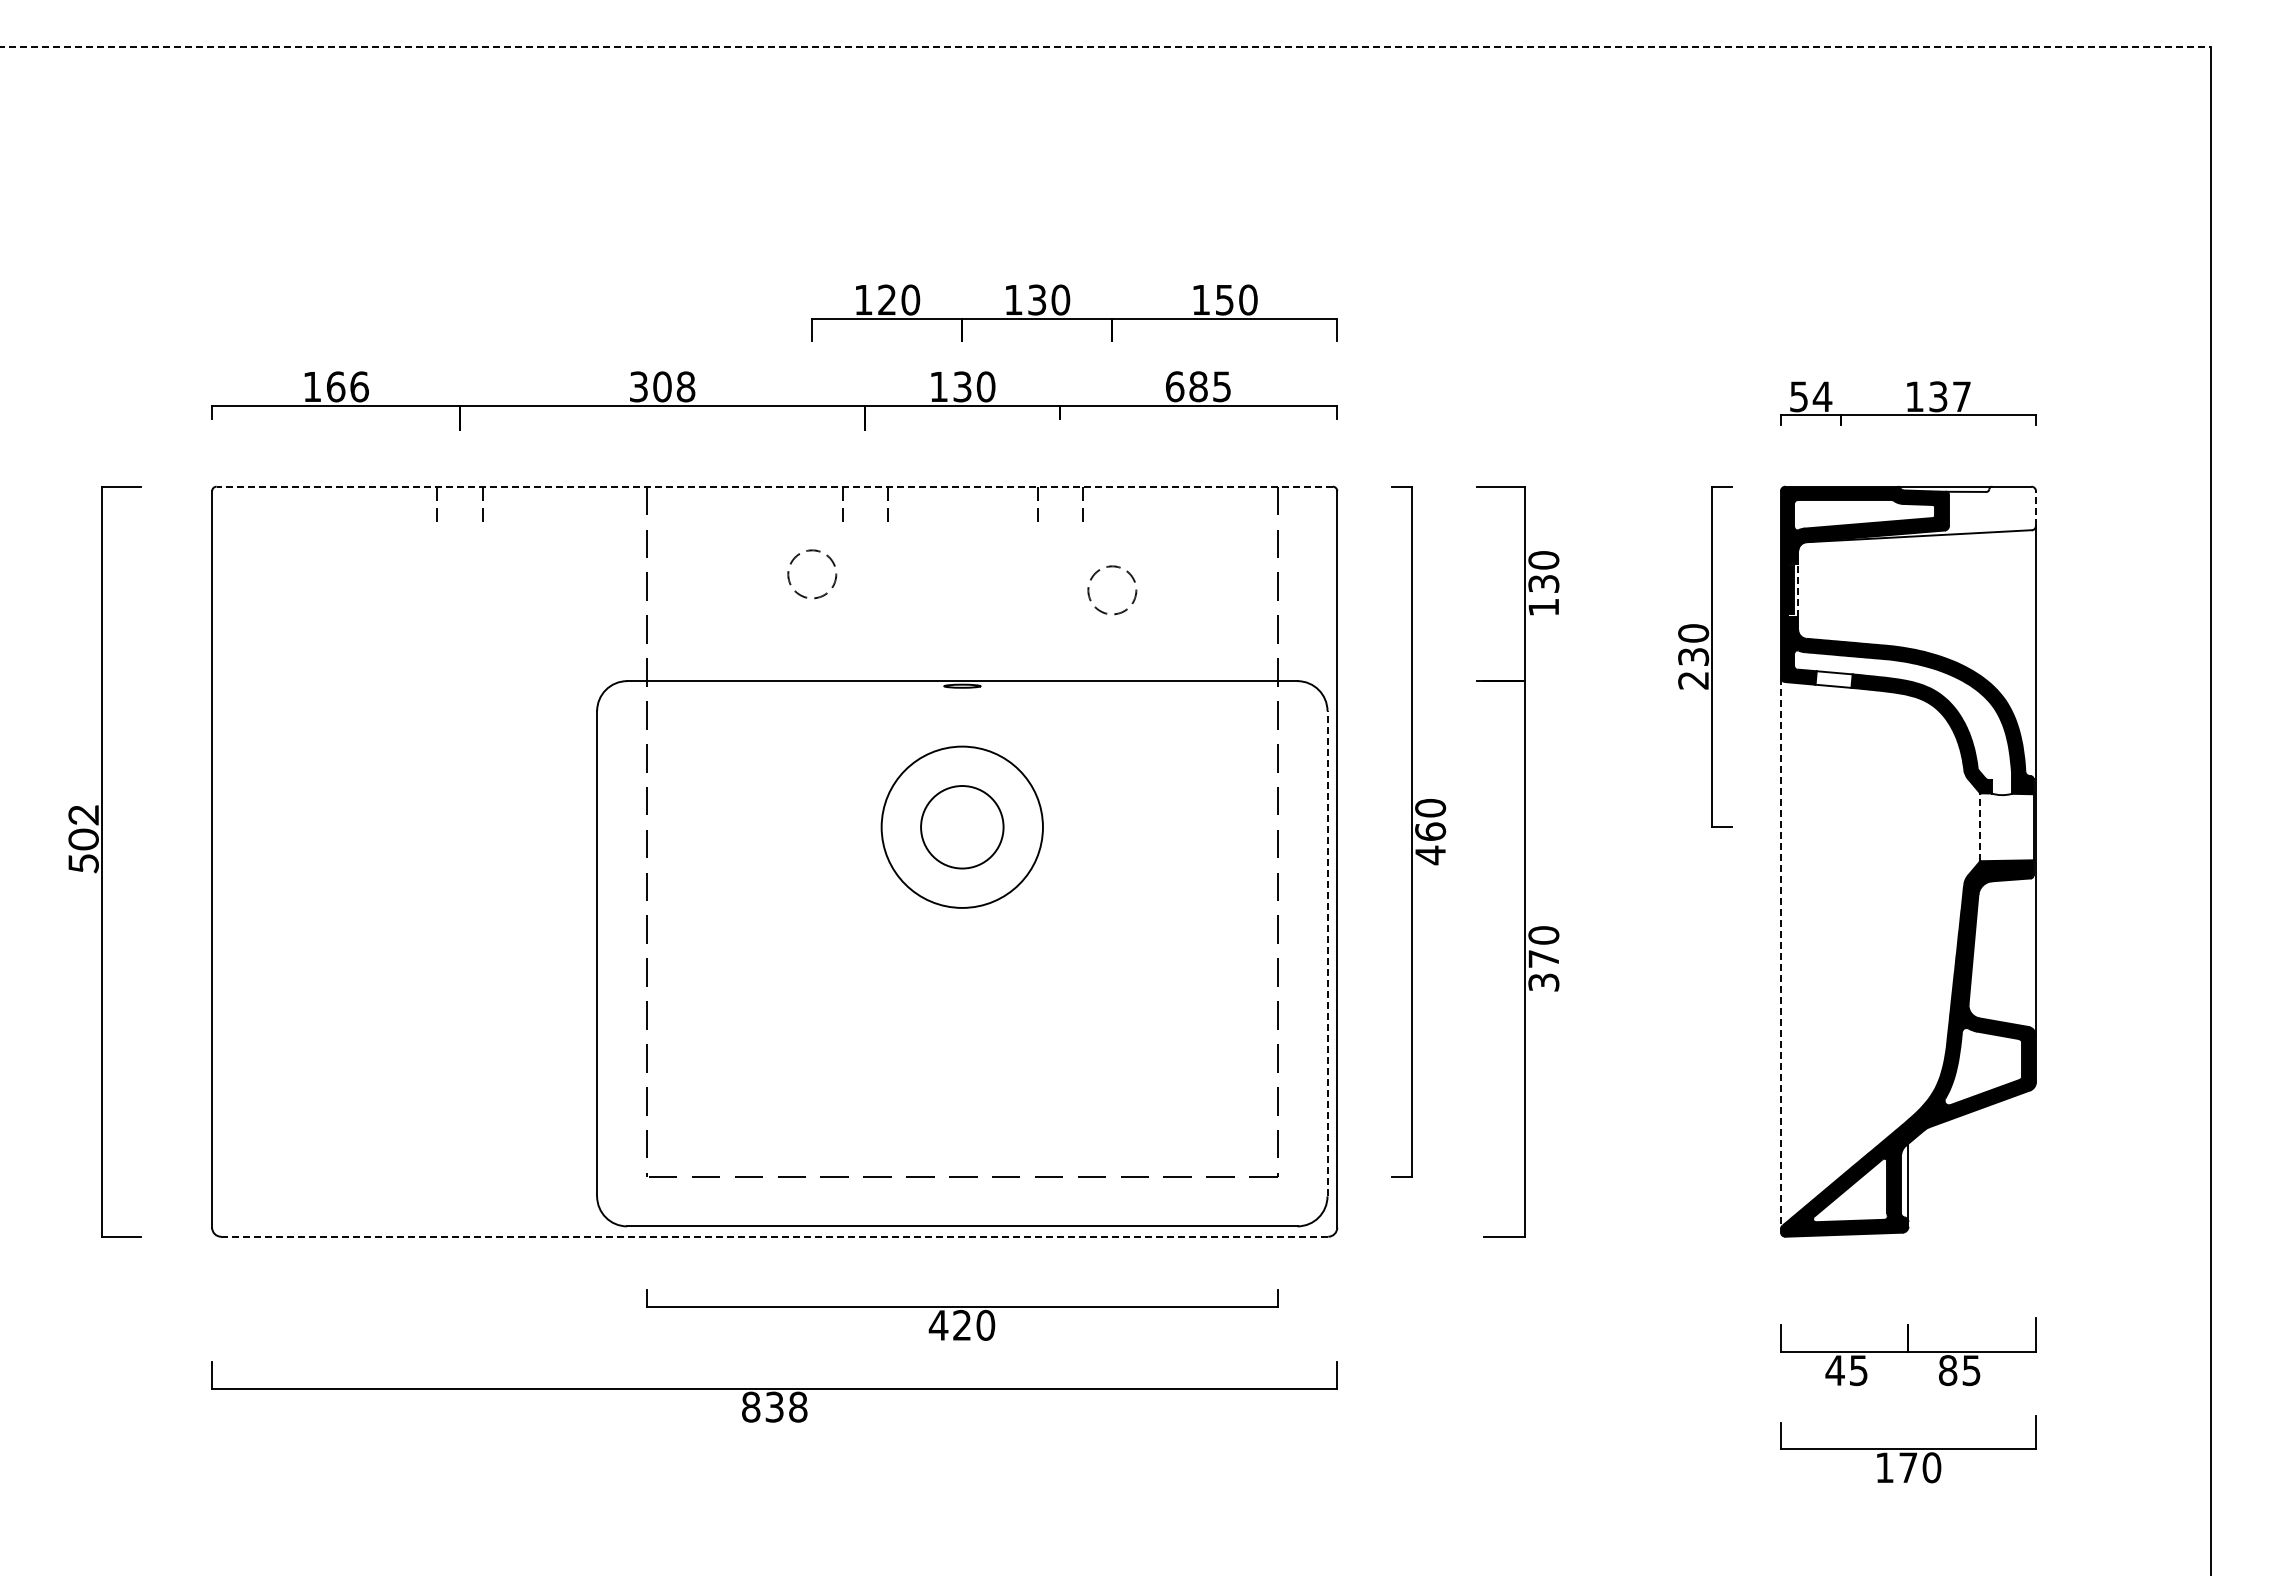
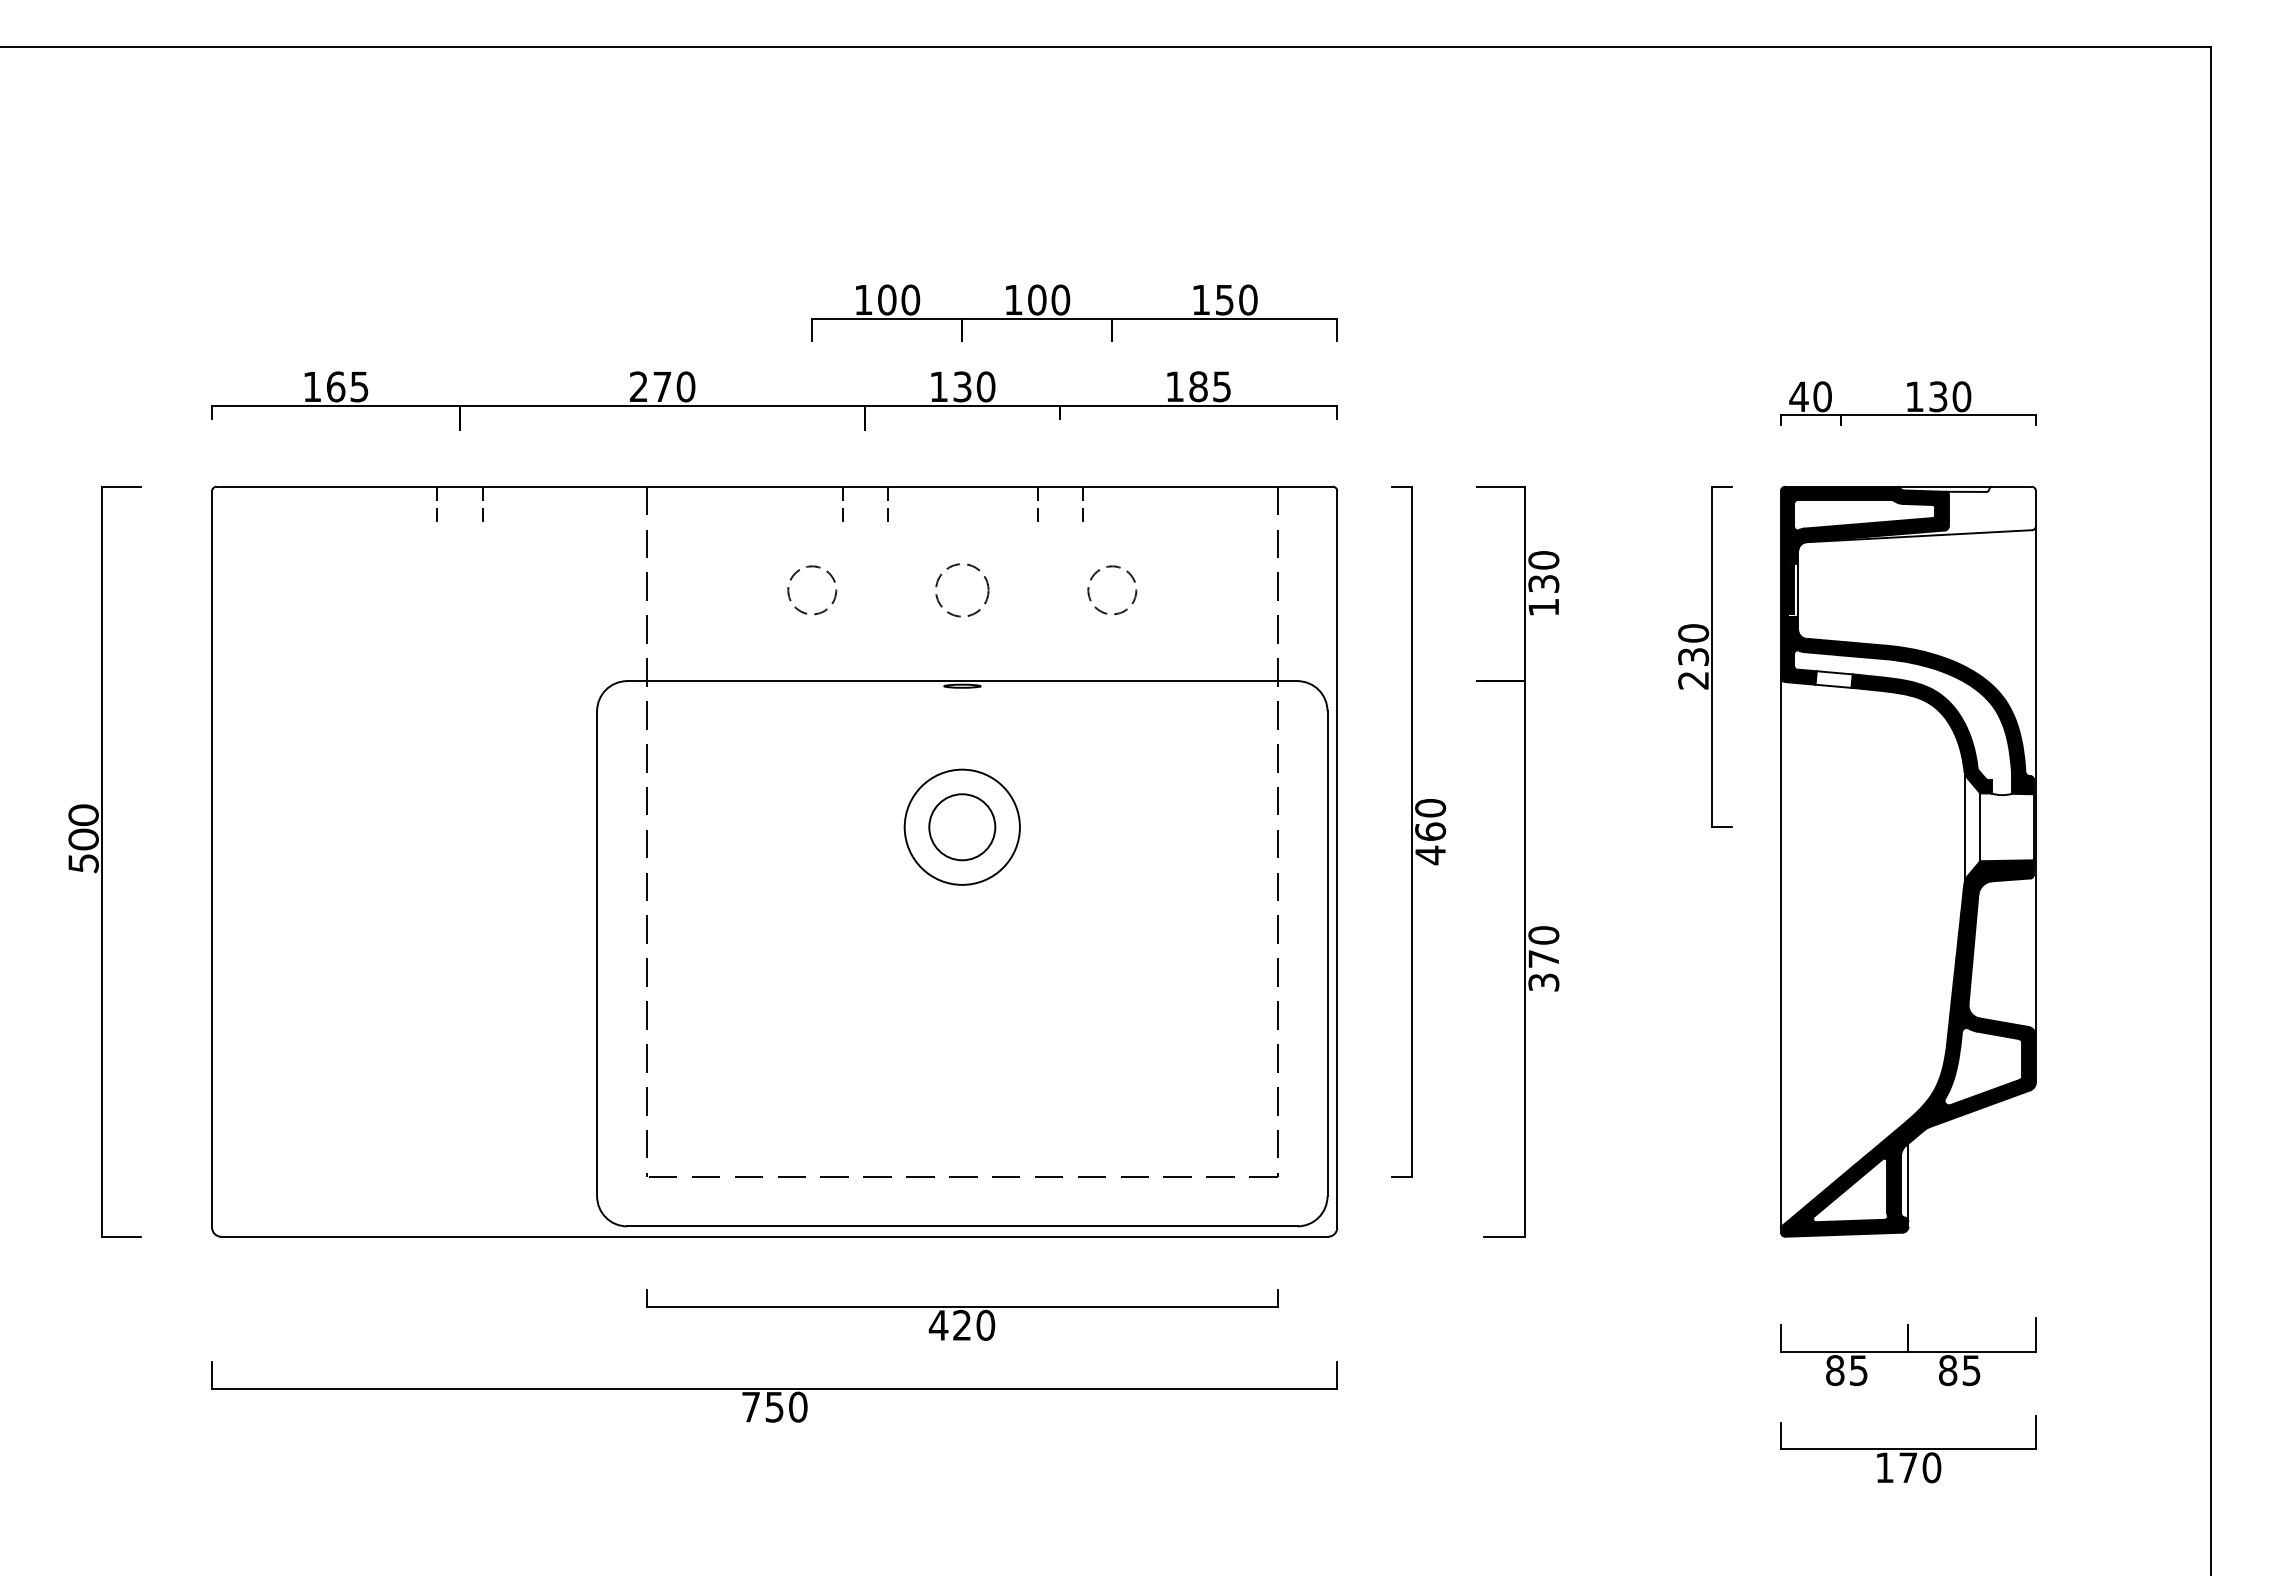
line at (1105, 47): dashed -> solid
text at (887, 299): 120 -> 100
text at (1037, 299): 130 -> 100
text at (359, 386): 166 -> 165
text at (662, 386): 308 -> 270
text at (1175, 386): 685 -> 185
text at (1810, 396): 54 -> 40
text at (1961, 396): 137 -> 130
line at (774, 486): dashed -> solid
line at (2035, 508): dashed -> solid
circle at (812, 574) position: (812, 574) -> (812, 590)
line at (1798, 589): dashed -> solid
circle at (962, 590): none -> present
text at (83, 815): 502 -> 500
circle at (961, 826) diameter: 161 px -> 115 px
line at (1964, 826): none -> present
circle at (962, 827) diameter: 83 px -> 66 px
line at (1980, 827): dashed -> solid
line at (1327, 953): dashed -> solid
line at (1780, 953): dashed -> solid
line at (774, 1236): dashed -> solid
text at (1834, 1370): 45 -> 85
text at (774, 1406): 838 -> 750
